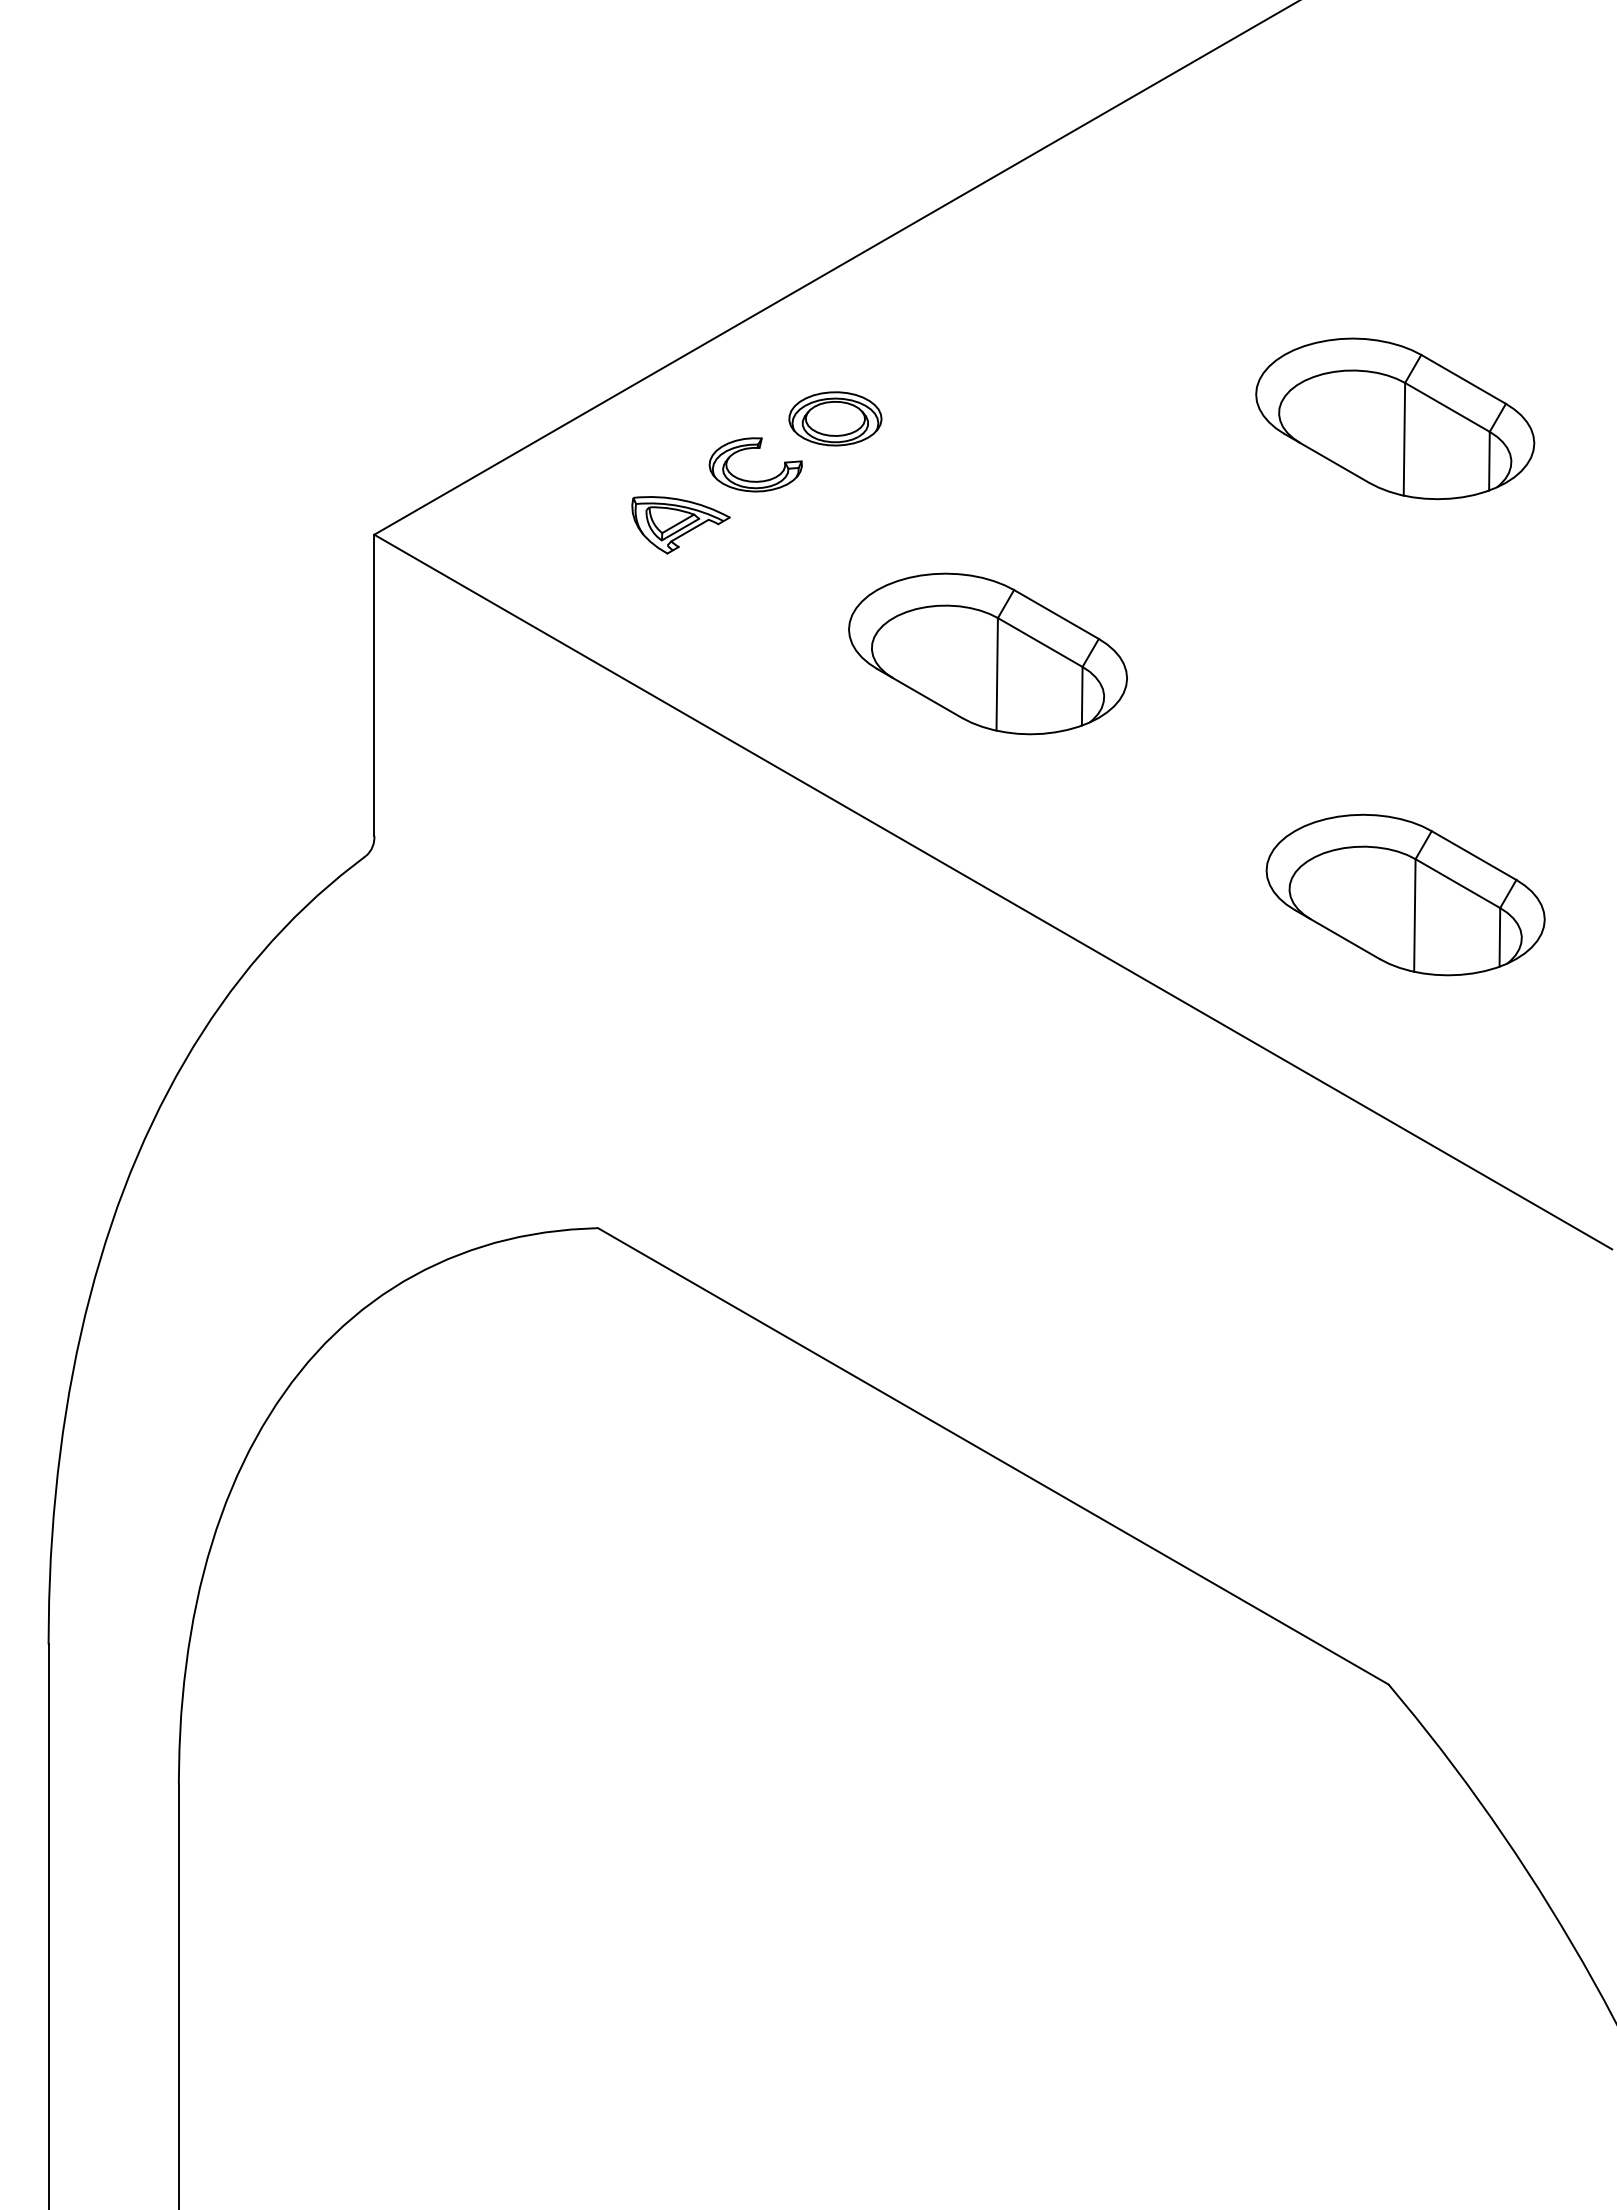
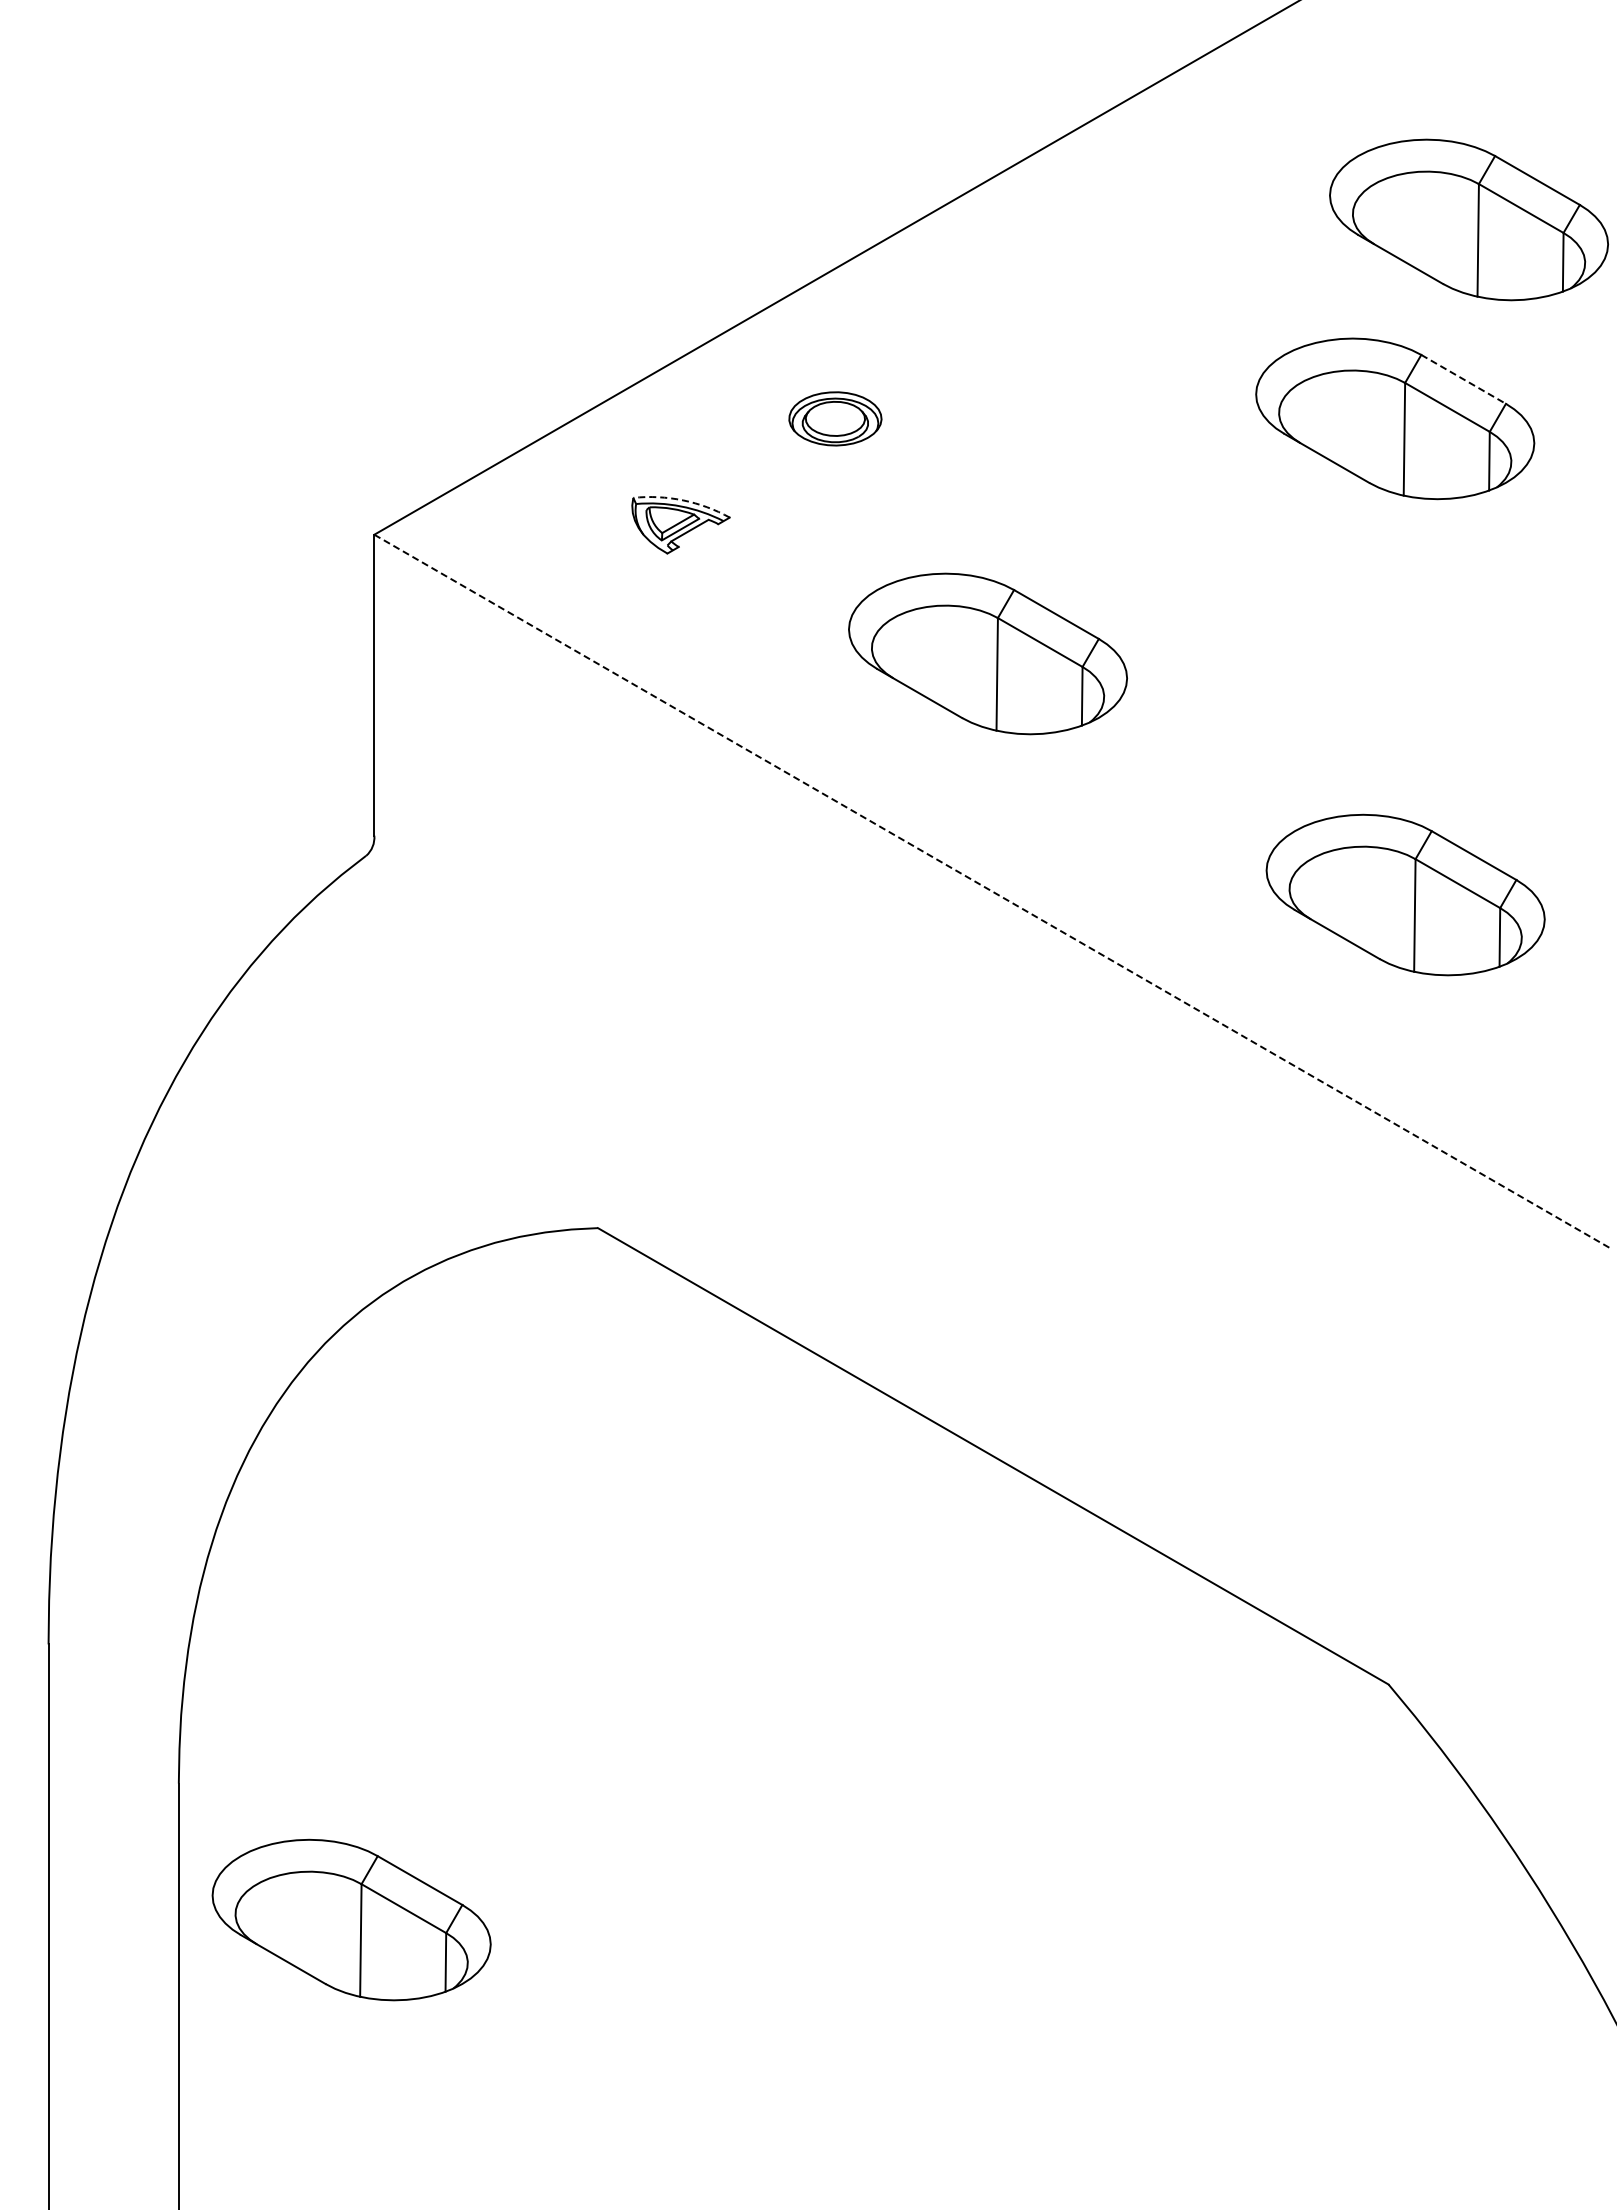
part at (1468, 219): none -> present
line at (1463, 379): solid -> dashed
part at (750, 449): present -> none
arc at (683, 500): solid -> dashed
line at (993, 892): solid -> dashed
part at (351, 1919): none -> present
